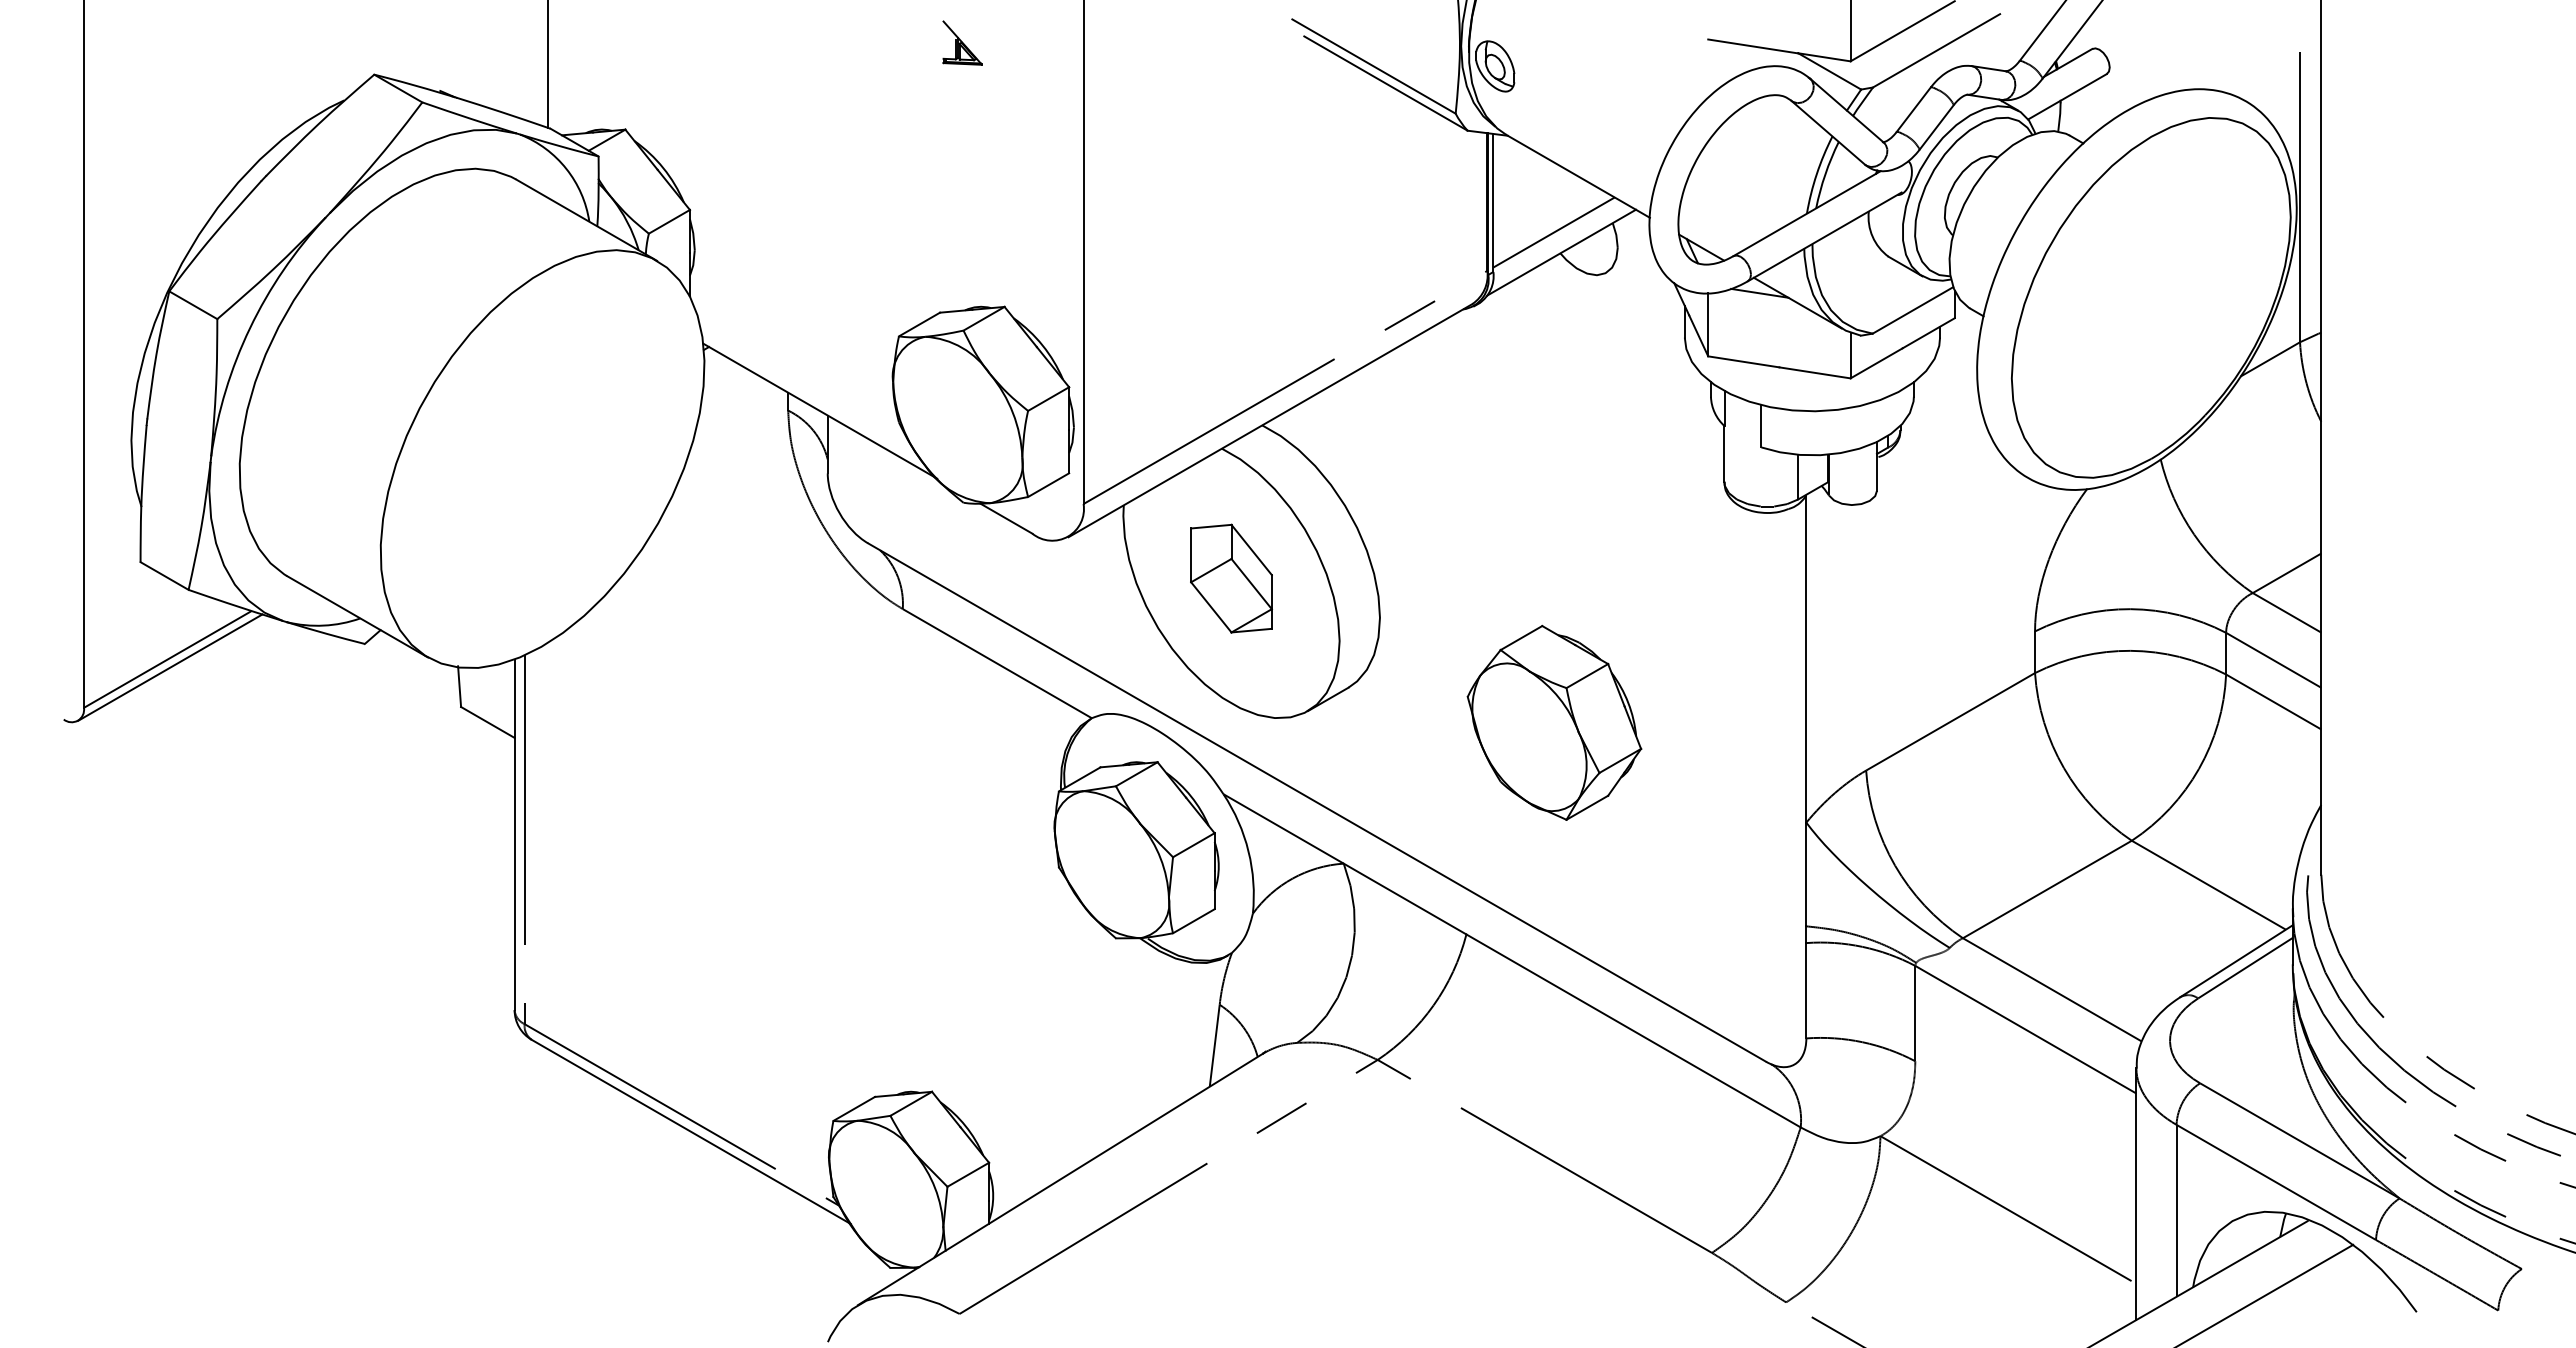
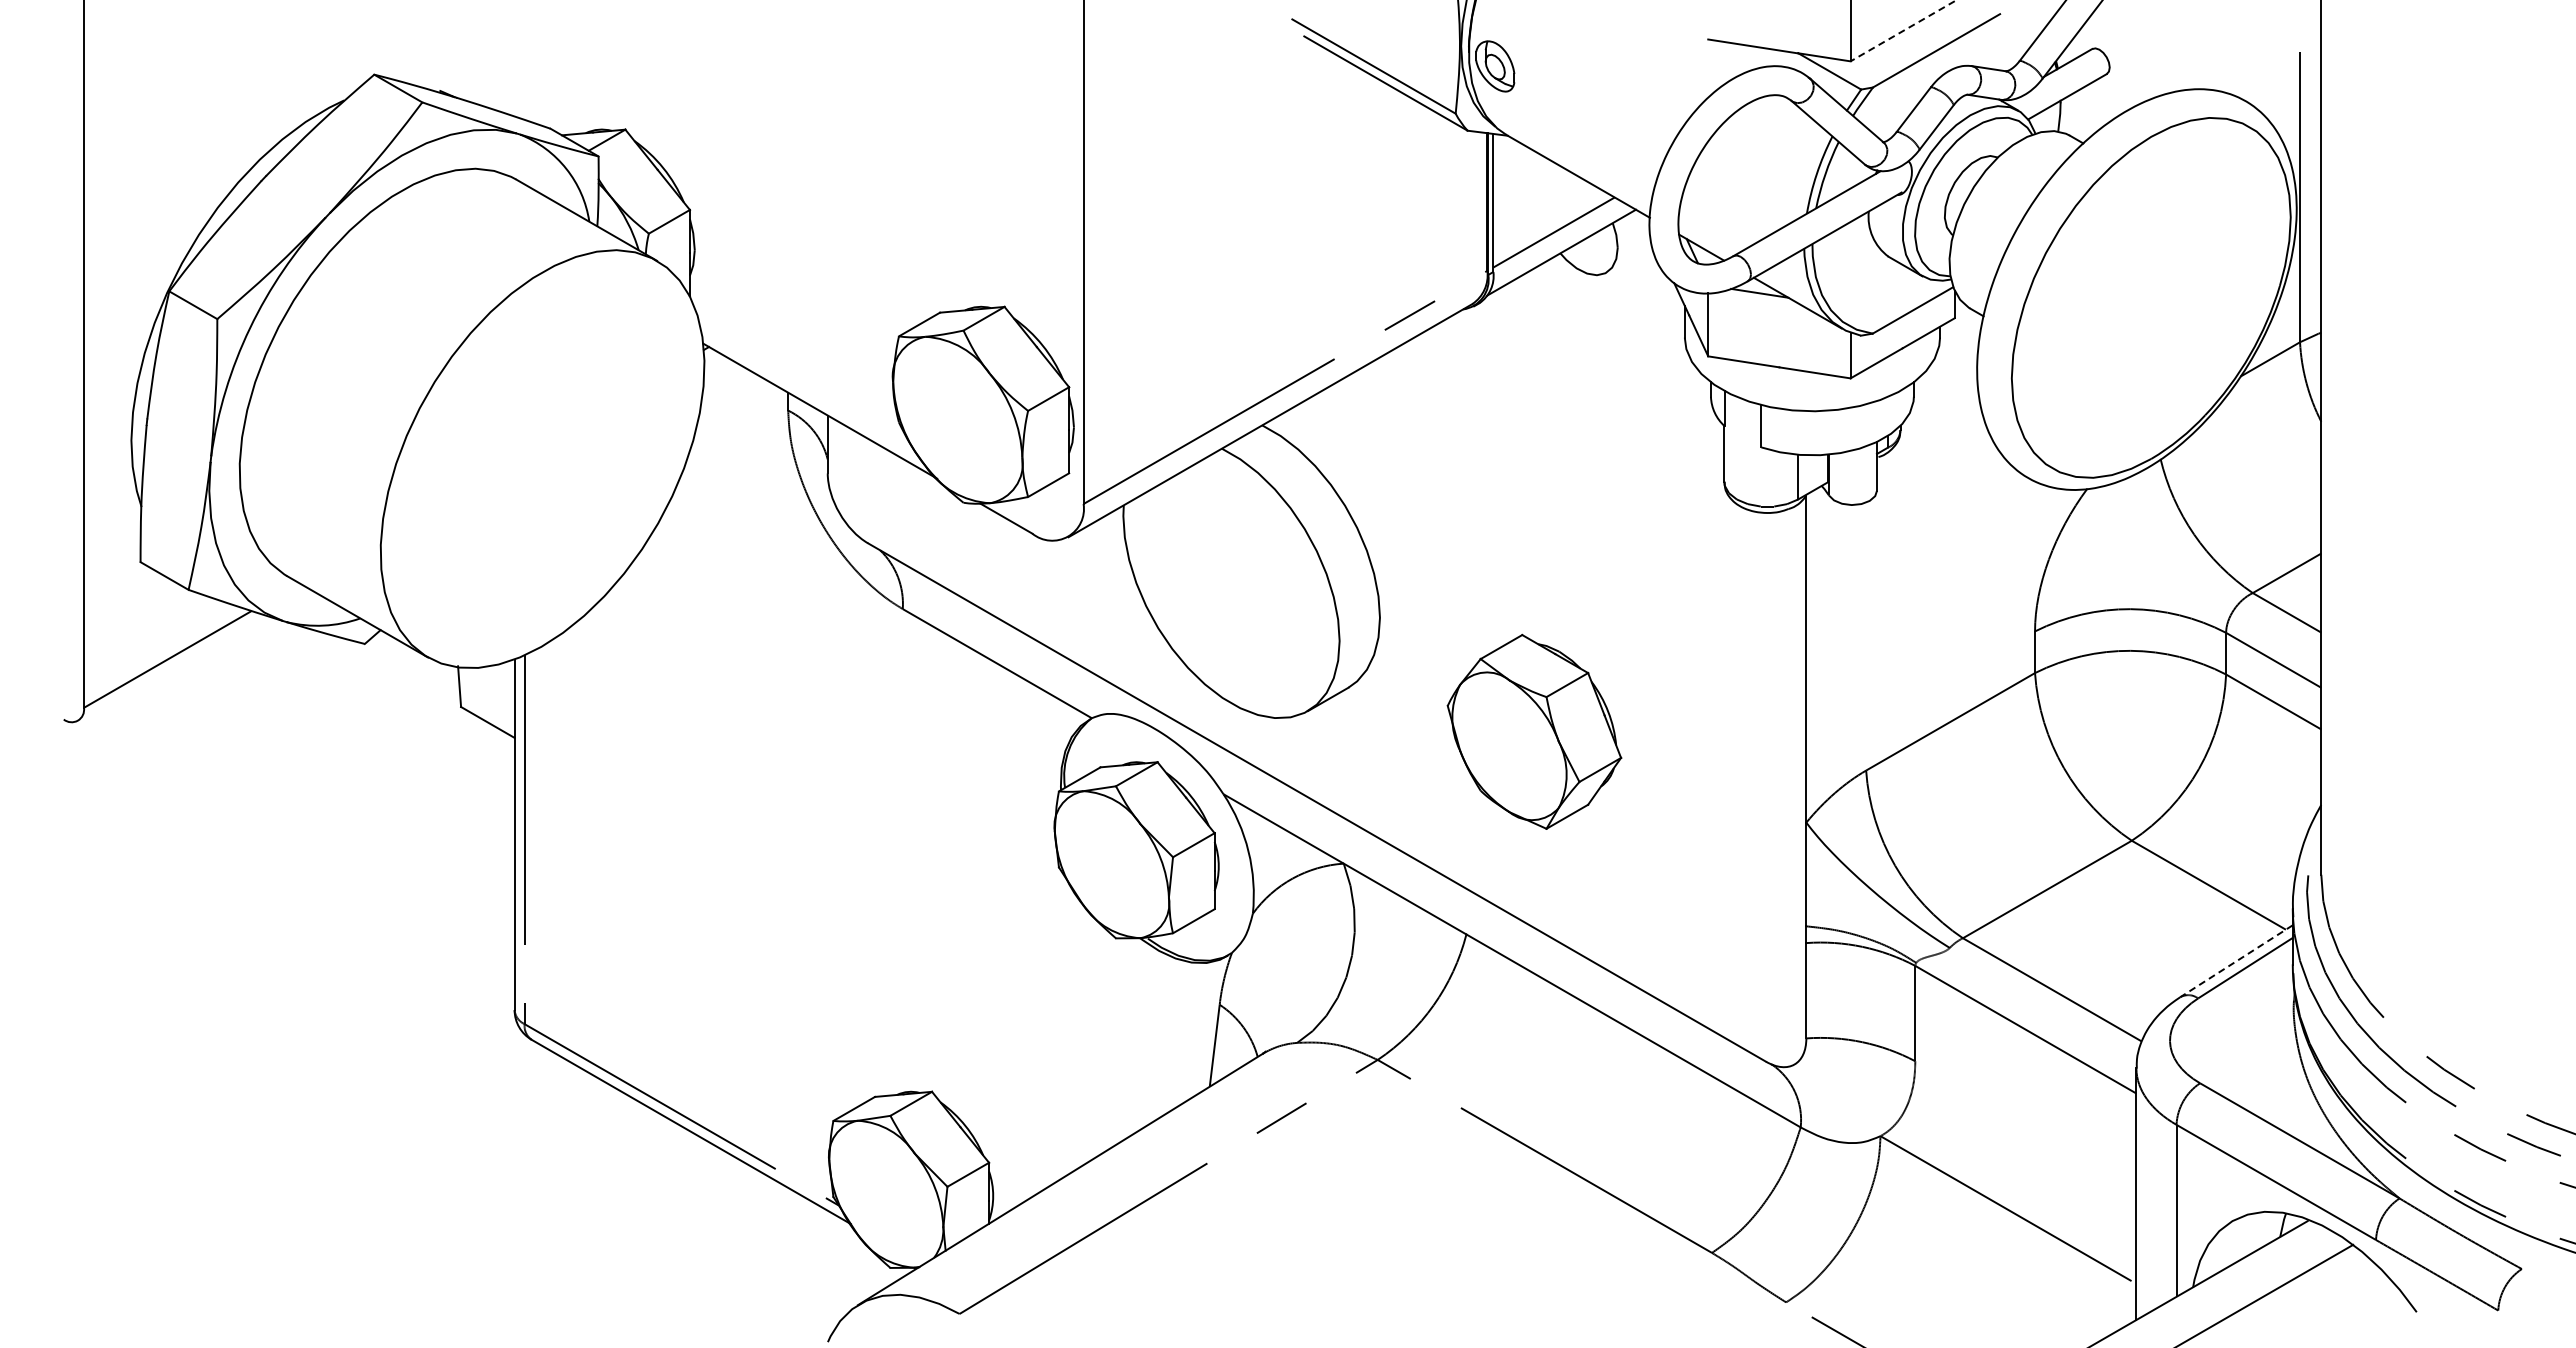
line at (1902, 31): solid -> dashed
part at (962, 42): present -> none
line at (547, 64): present -> none
part at (1231, 578): present -> none
line at (170, 667): present -> none
part at (1554, 722) position: (1554, 722) -> (1534, 731)
line at (2236, 961): solid -> dashed
